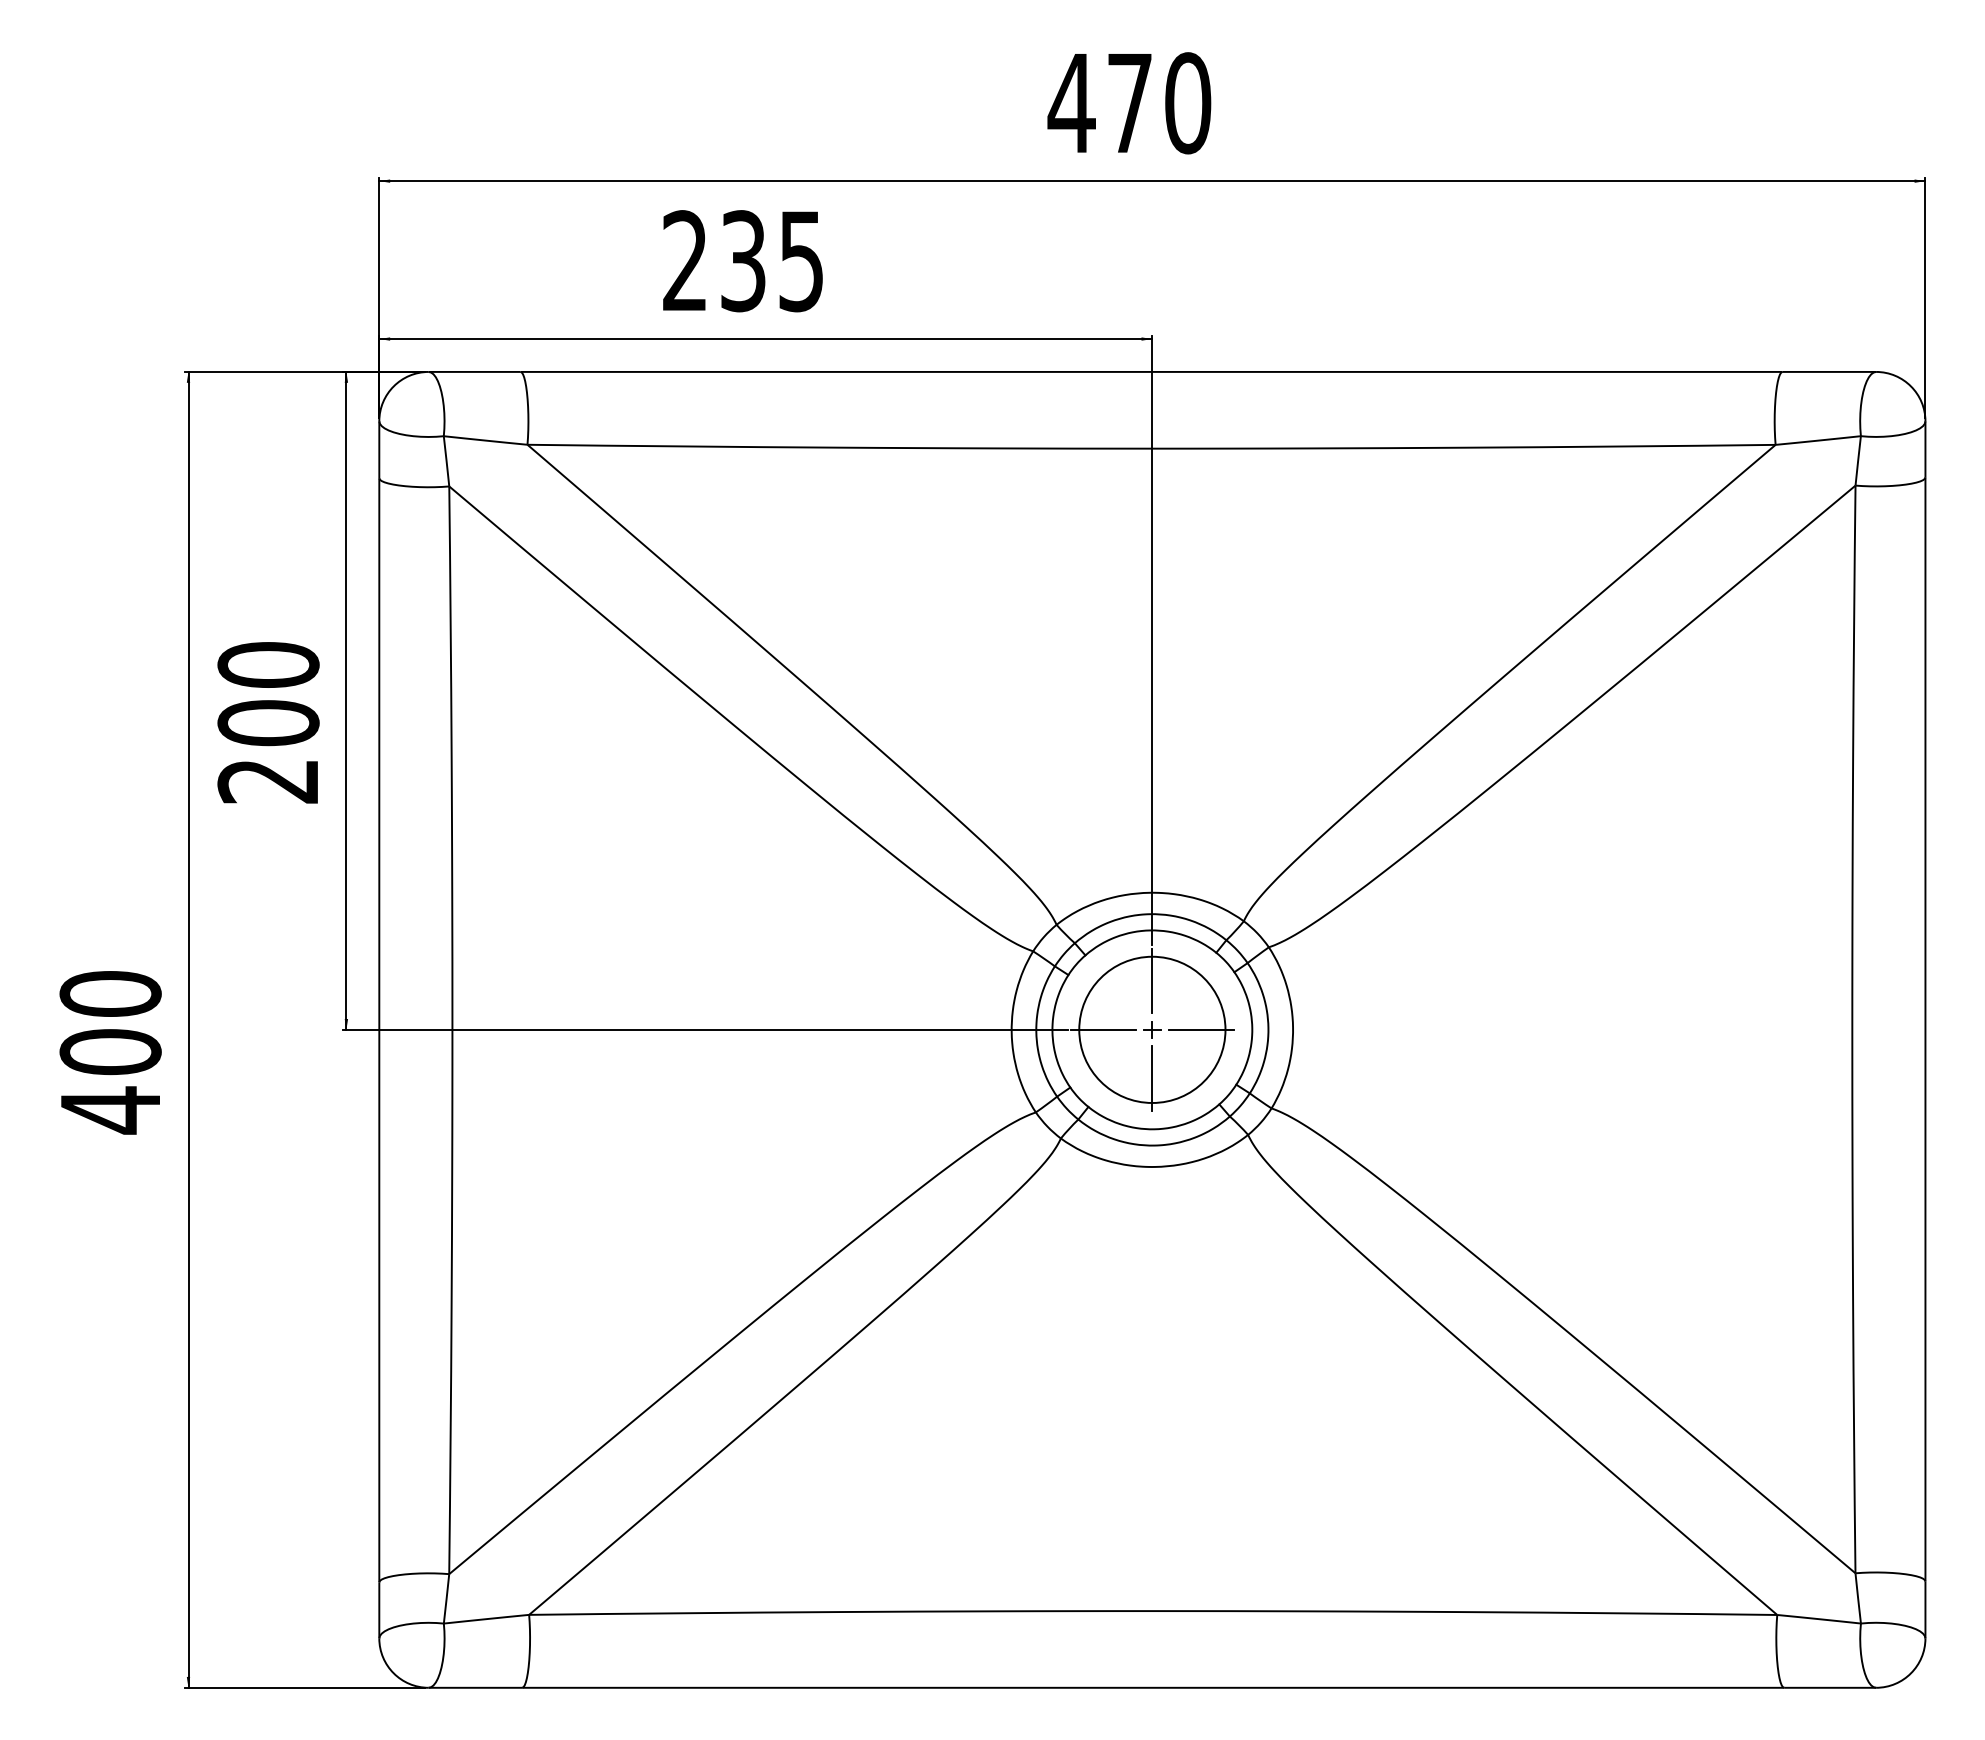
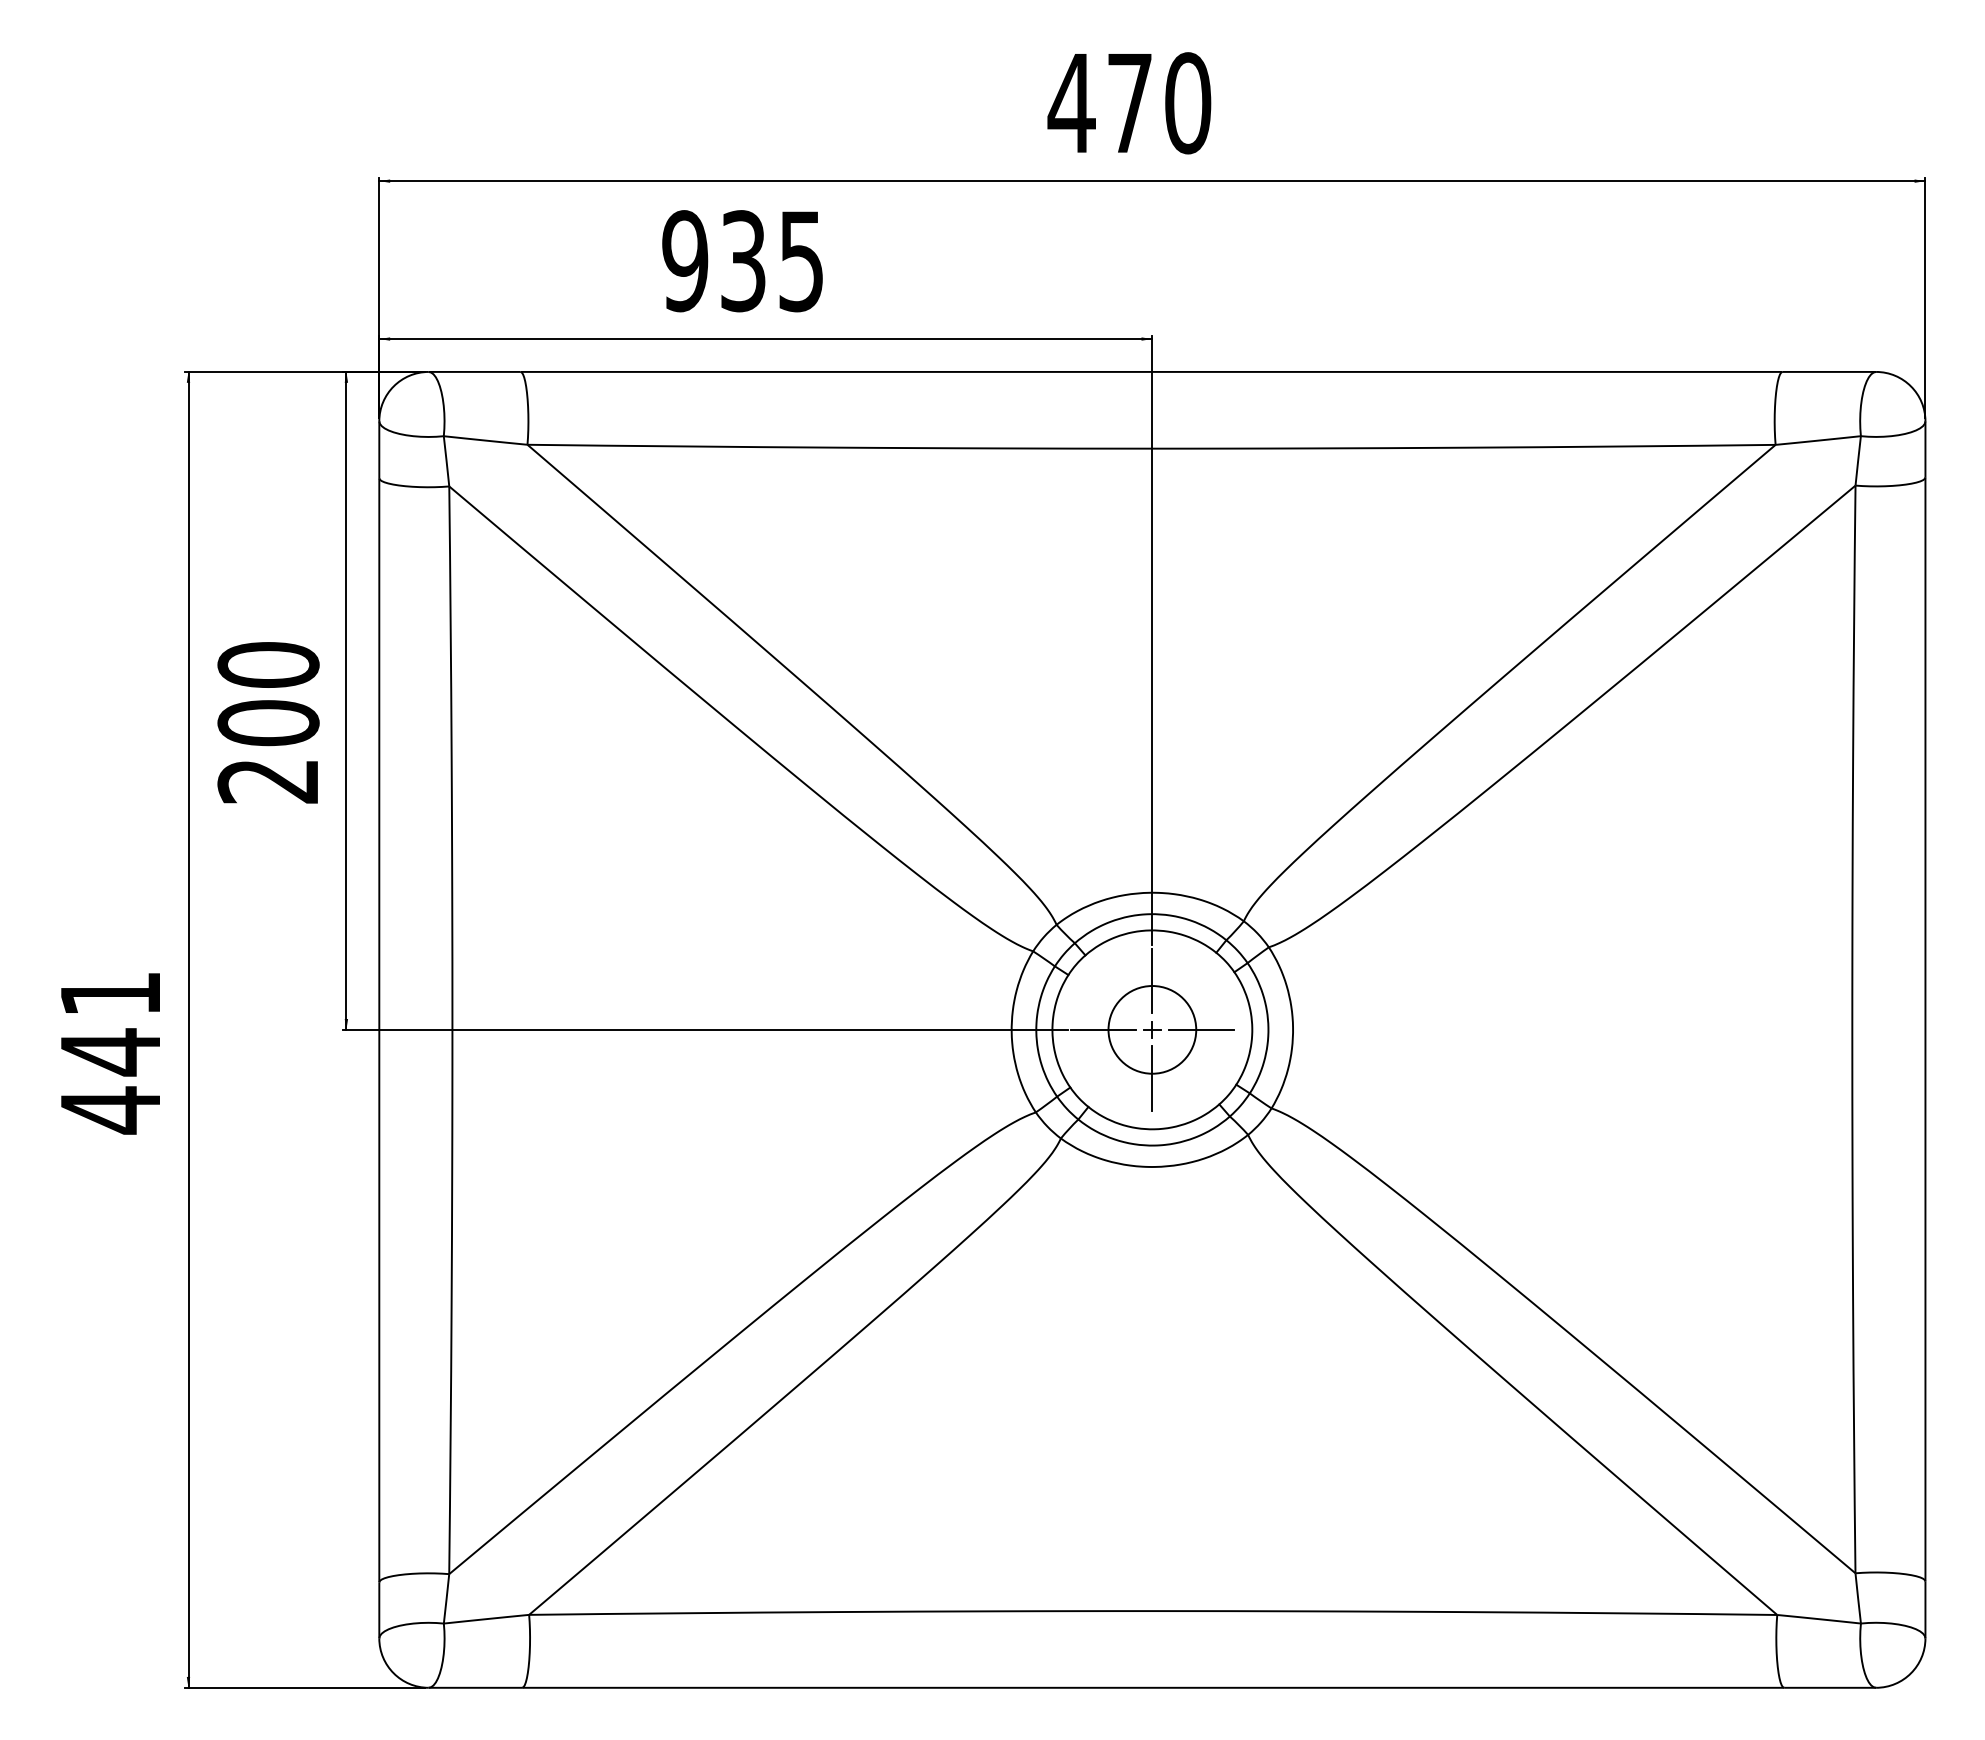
text at (685, 261): 235 -> 935
text at (110, 1023): 400 -> 441
circle at (1152, 1029) diameter: 146 px -> 88 px
